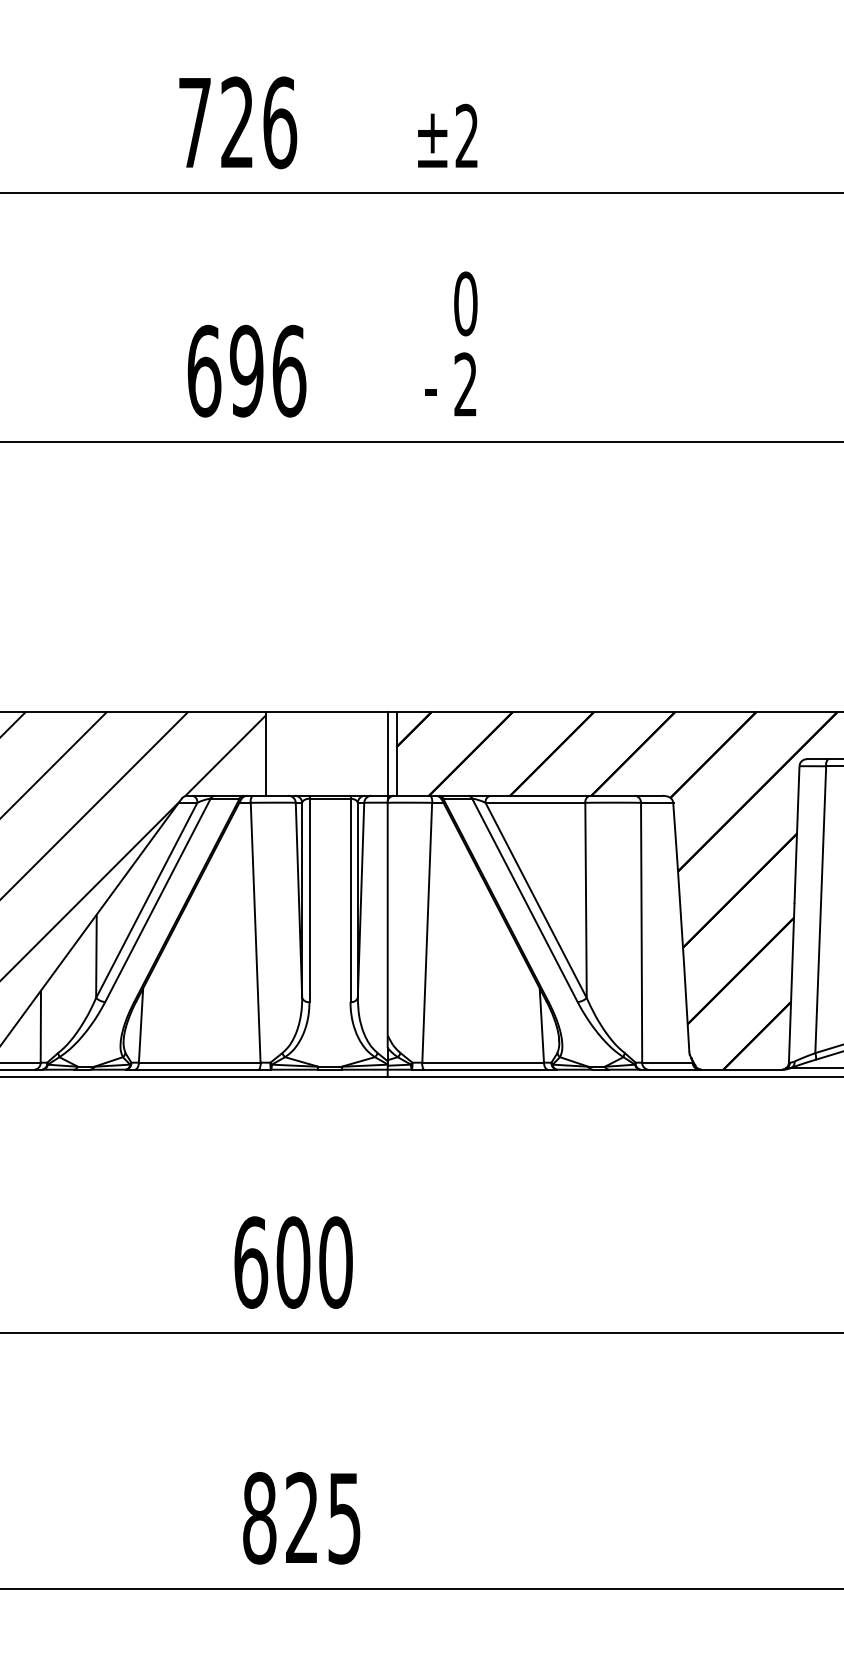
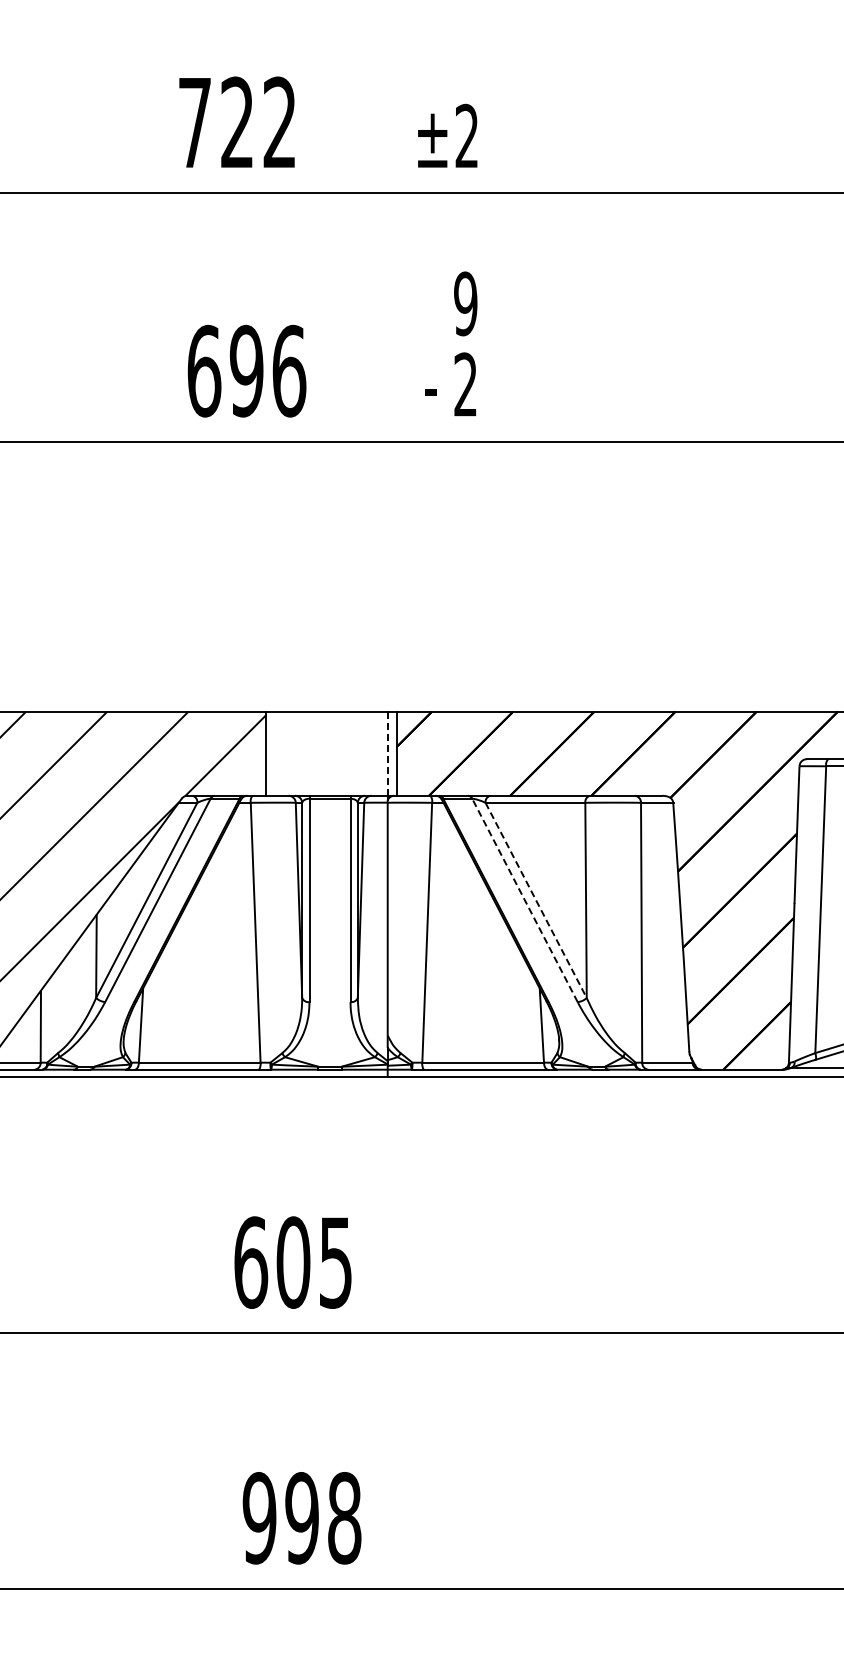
text at (280, 122): 726 -> 722
text at (465, 303): 0 -> 9
line at (387, 754): solid -> dashed
line at (524, 900): solid -> dashed
line at (536, 900): solid -> dashed
text at (335, 1262): 600 -> 605
text at (301, 1518): 825 -> 998
